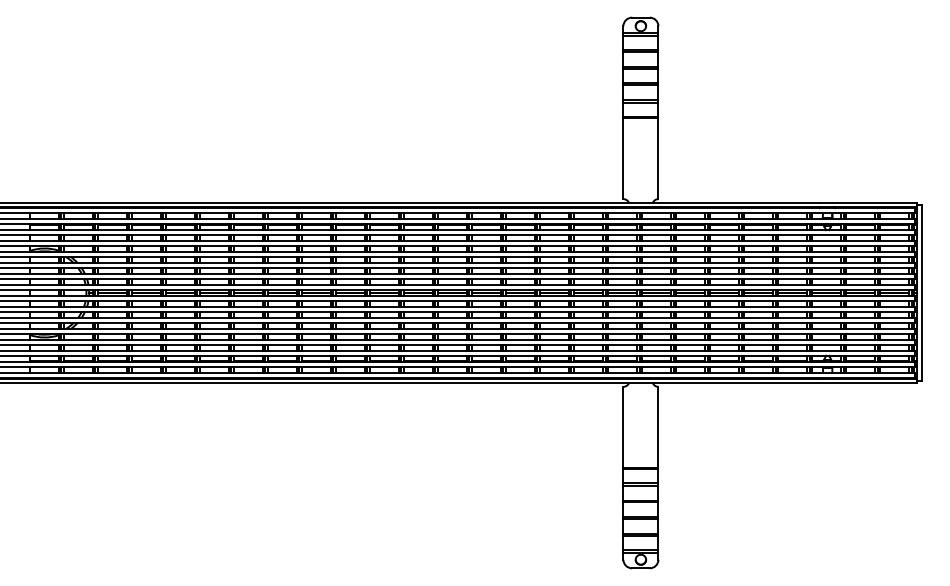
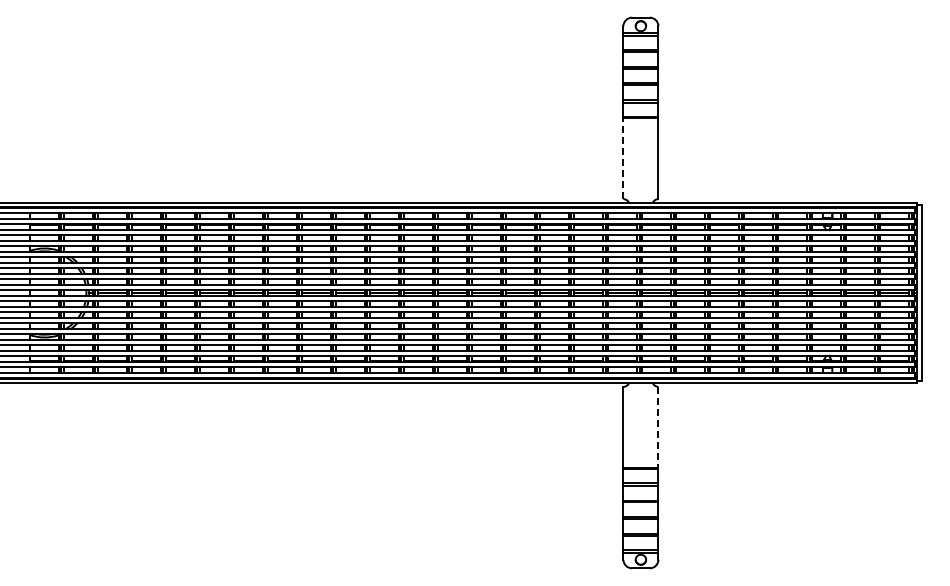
line at (623, 158): solid -> dashed
line at (658, 427): solid -> dashed
